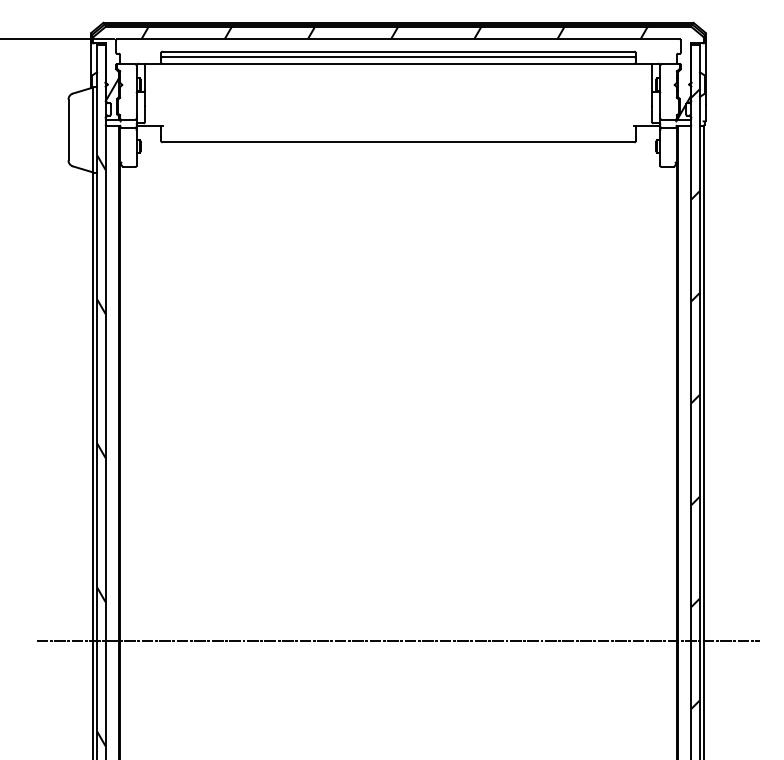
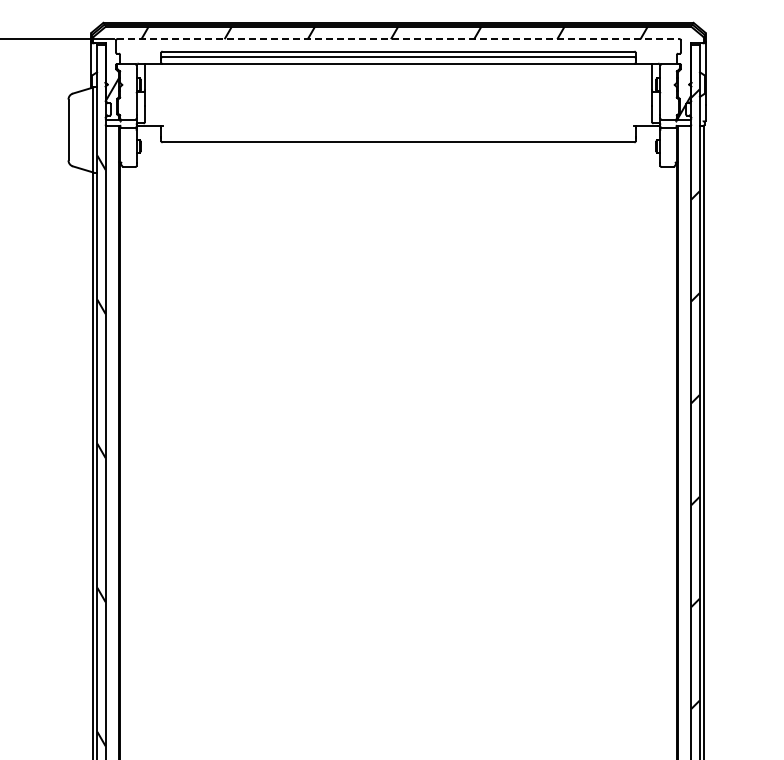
line at (399, 39): solid -> dashed
line at (398, 641): present -> none
